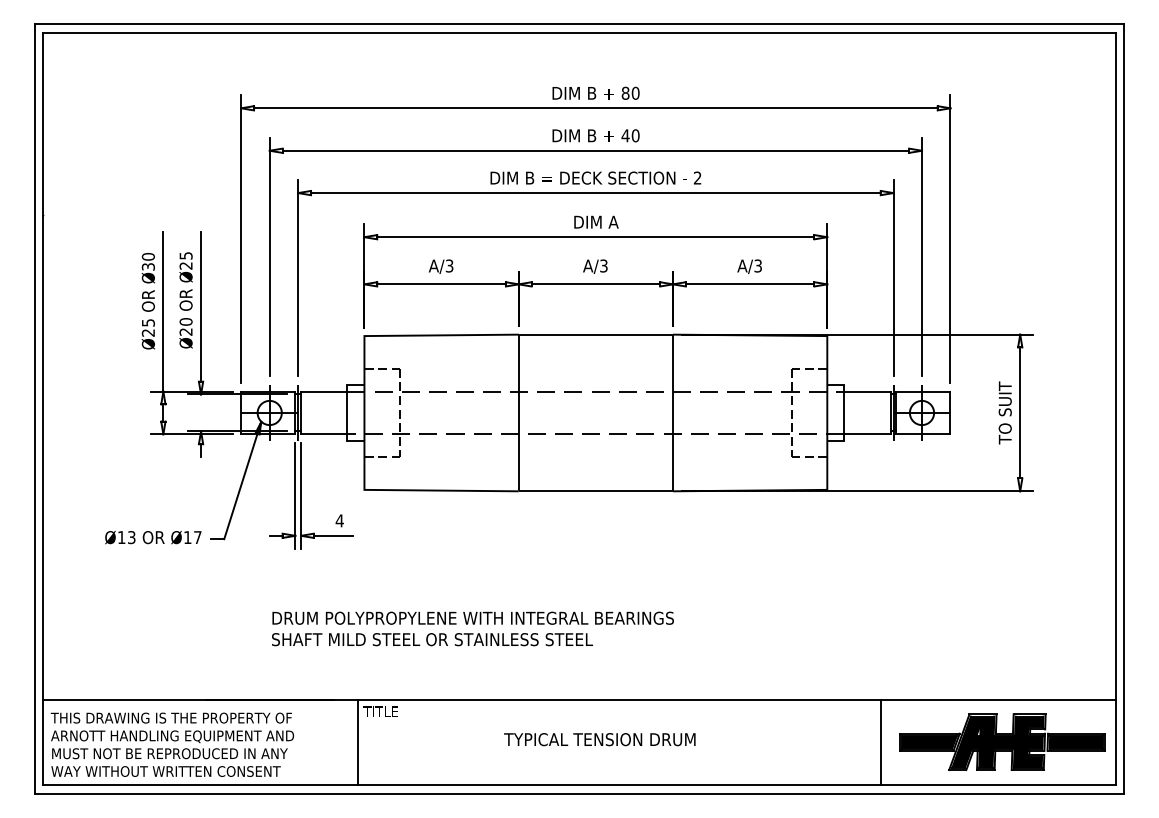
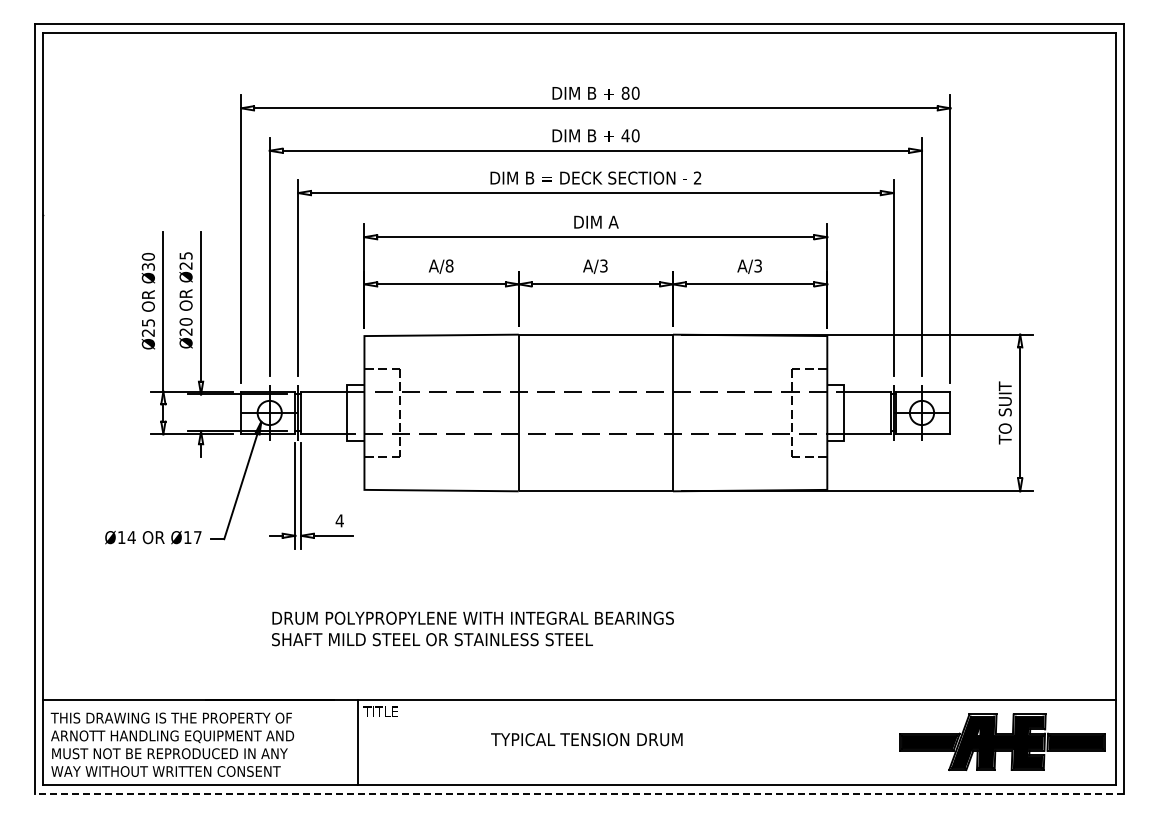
text at (449, 265): A/3 -> A/8
text at (131, 537): Ø13 -> Ø14
text at (599, 739) position: (599, 739) -> (586, 739)
line at (880, 741): present -> none
line at (579, 793): solid -> dashed
